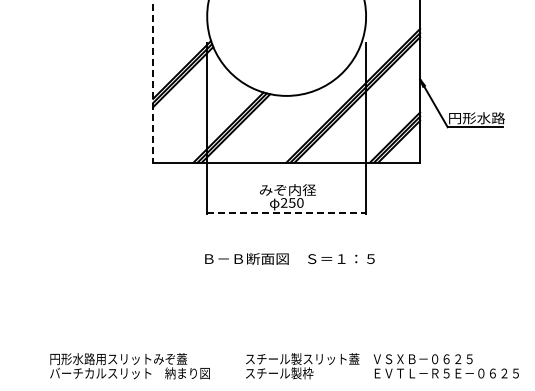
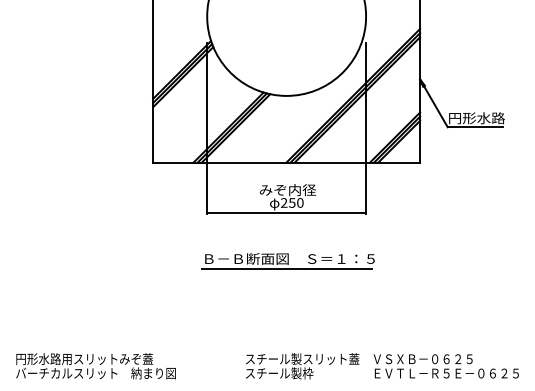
line at (153, 81): dashed -> solid
line at (287, 212): dashed -> solid
line at (286, 268): none -> present
text at (129, 366) position: (129, 366) -> (95, 366)
